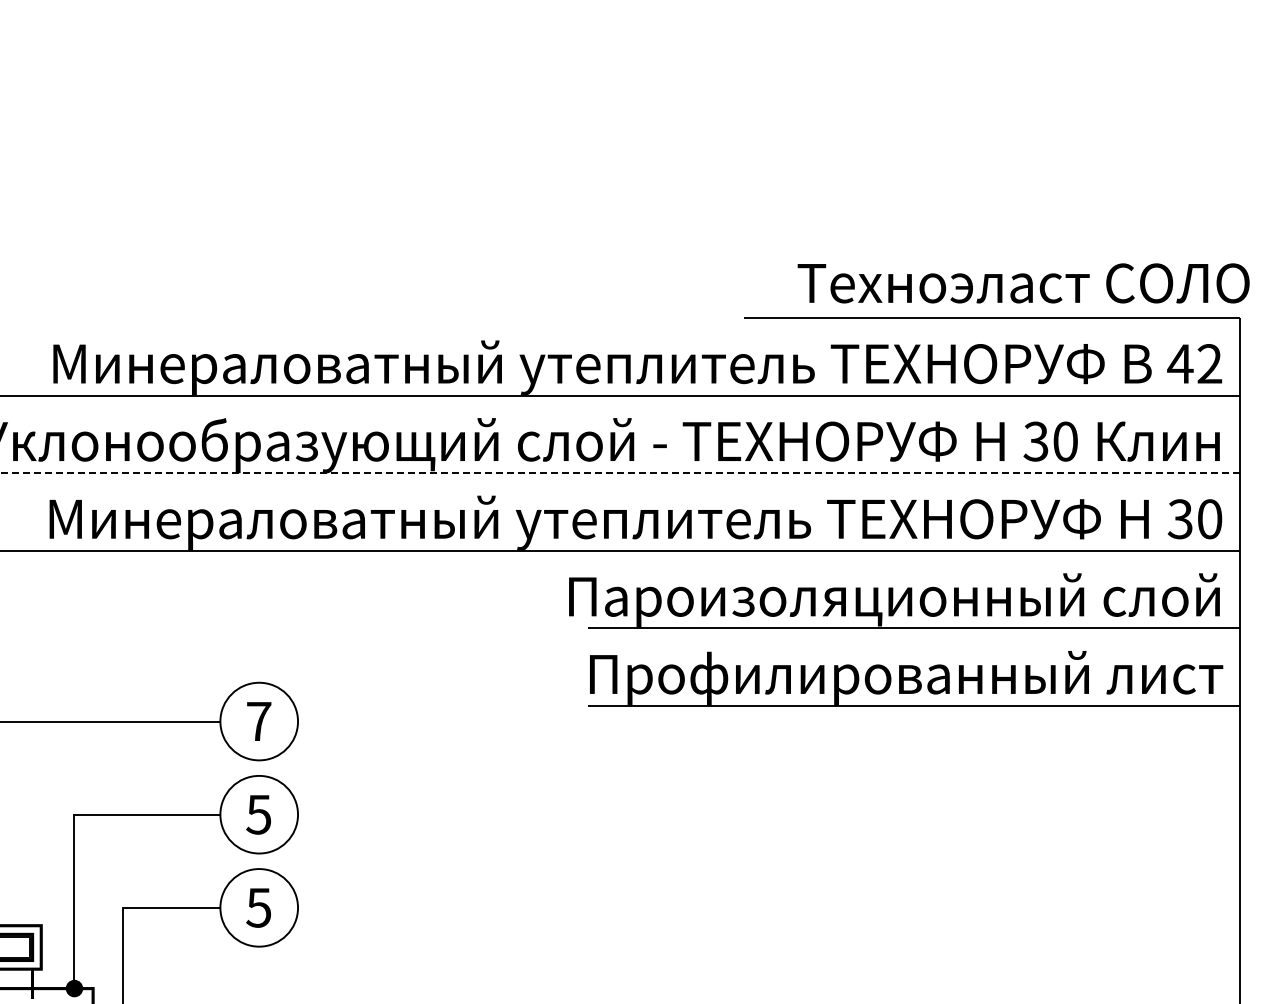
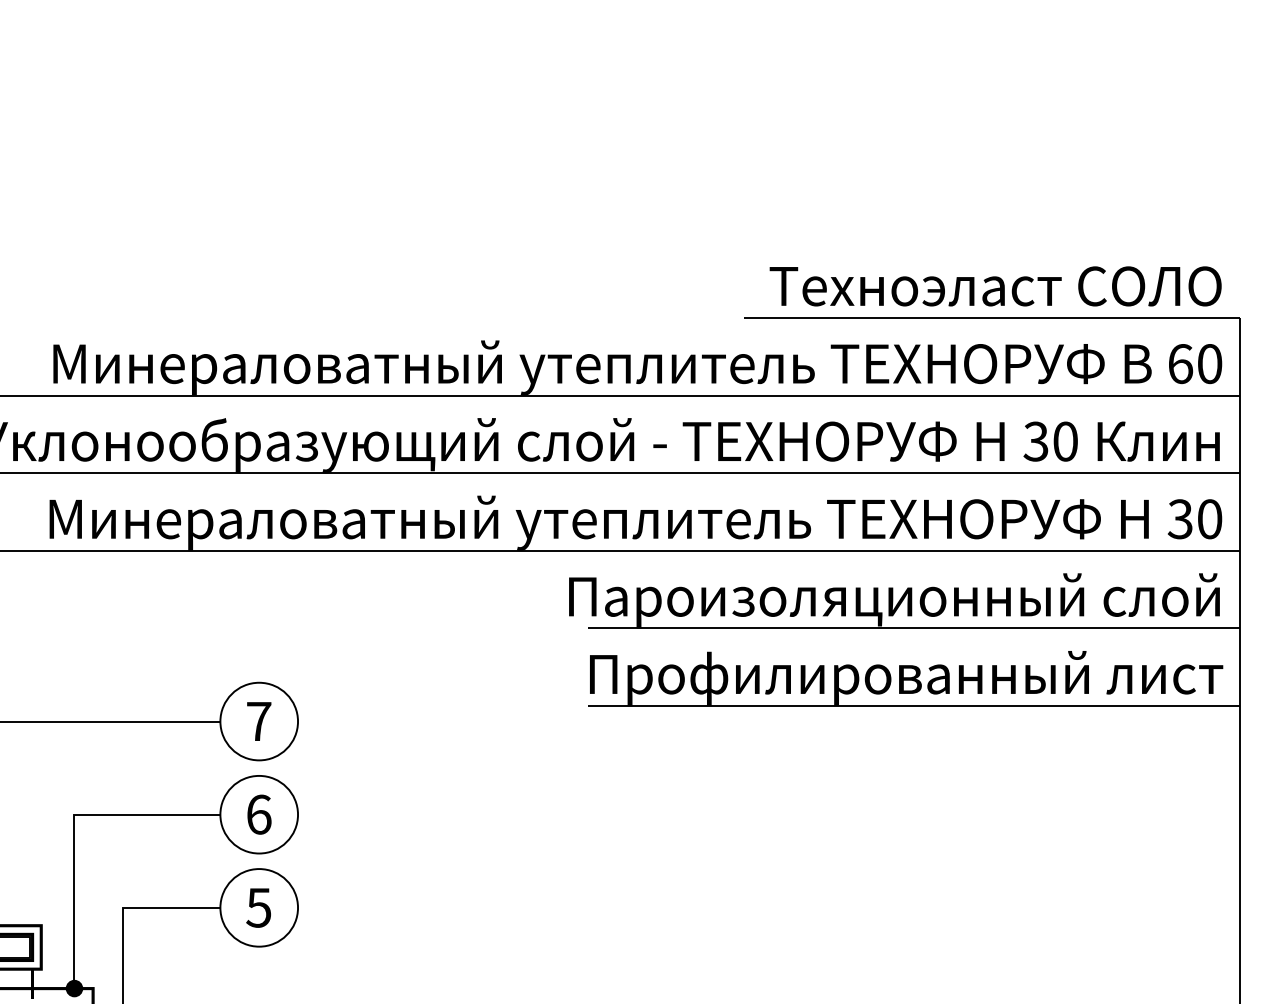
text at (1023, 283) position: (1023, 283) -> (995, 286)
text at (1194, 364): 42 -> 60
line at (620, 473): dashed -> solid
text at (258, 814): 5 -> 6
